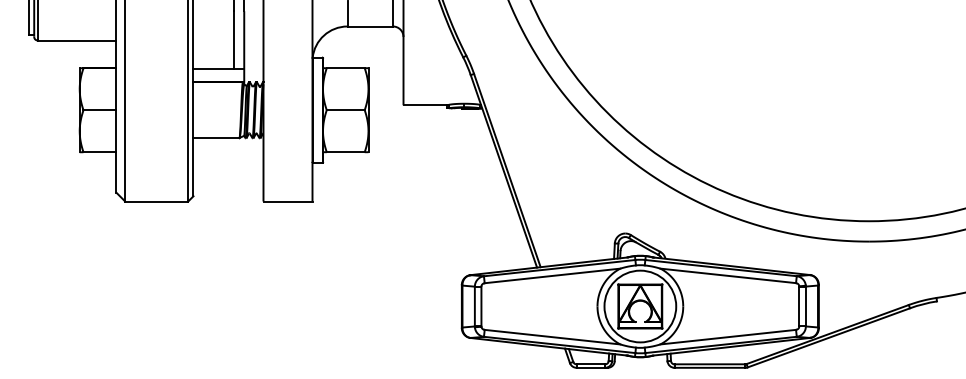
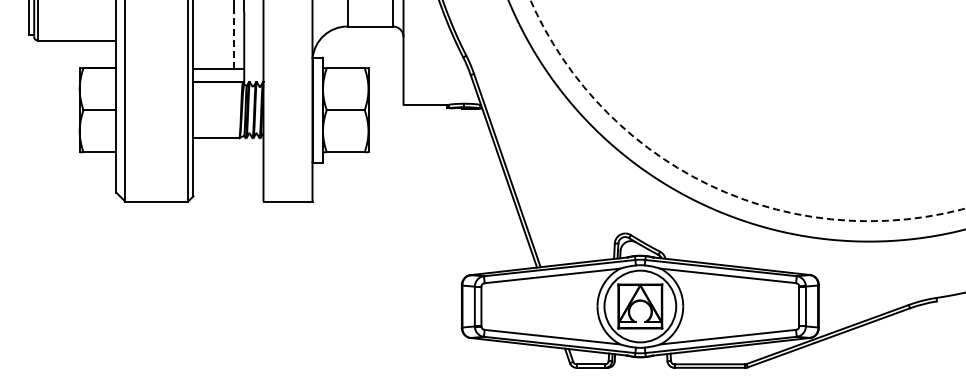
line at (233, 39): solid -> dashed
circle at (747, 110): solid -> dashed
